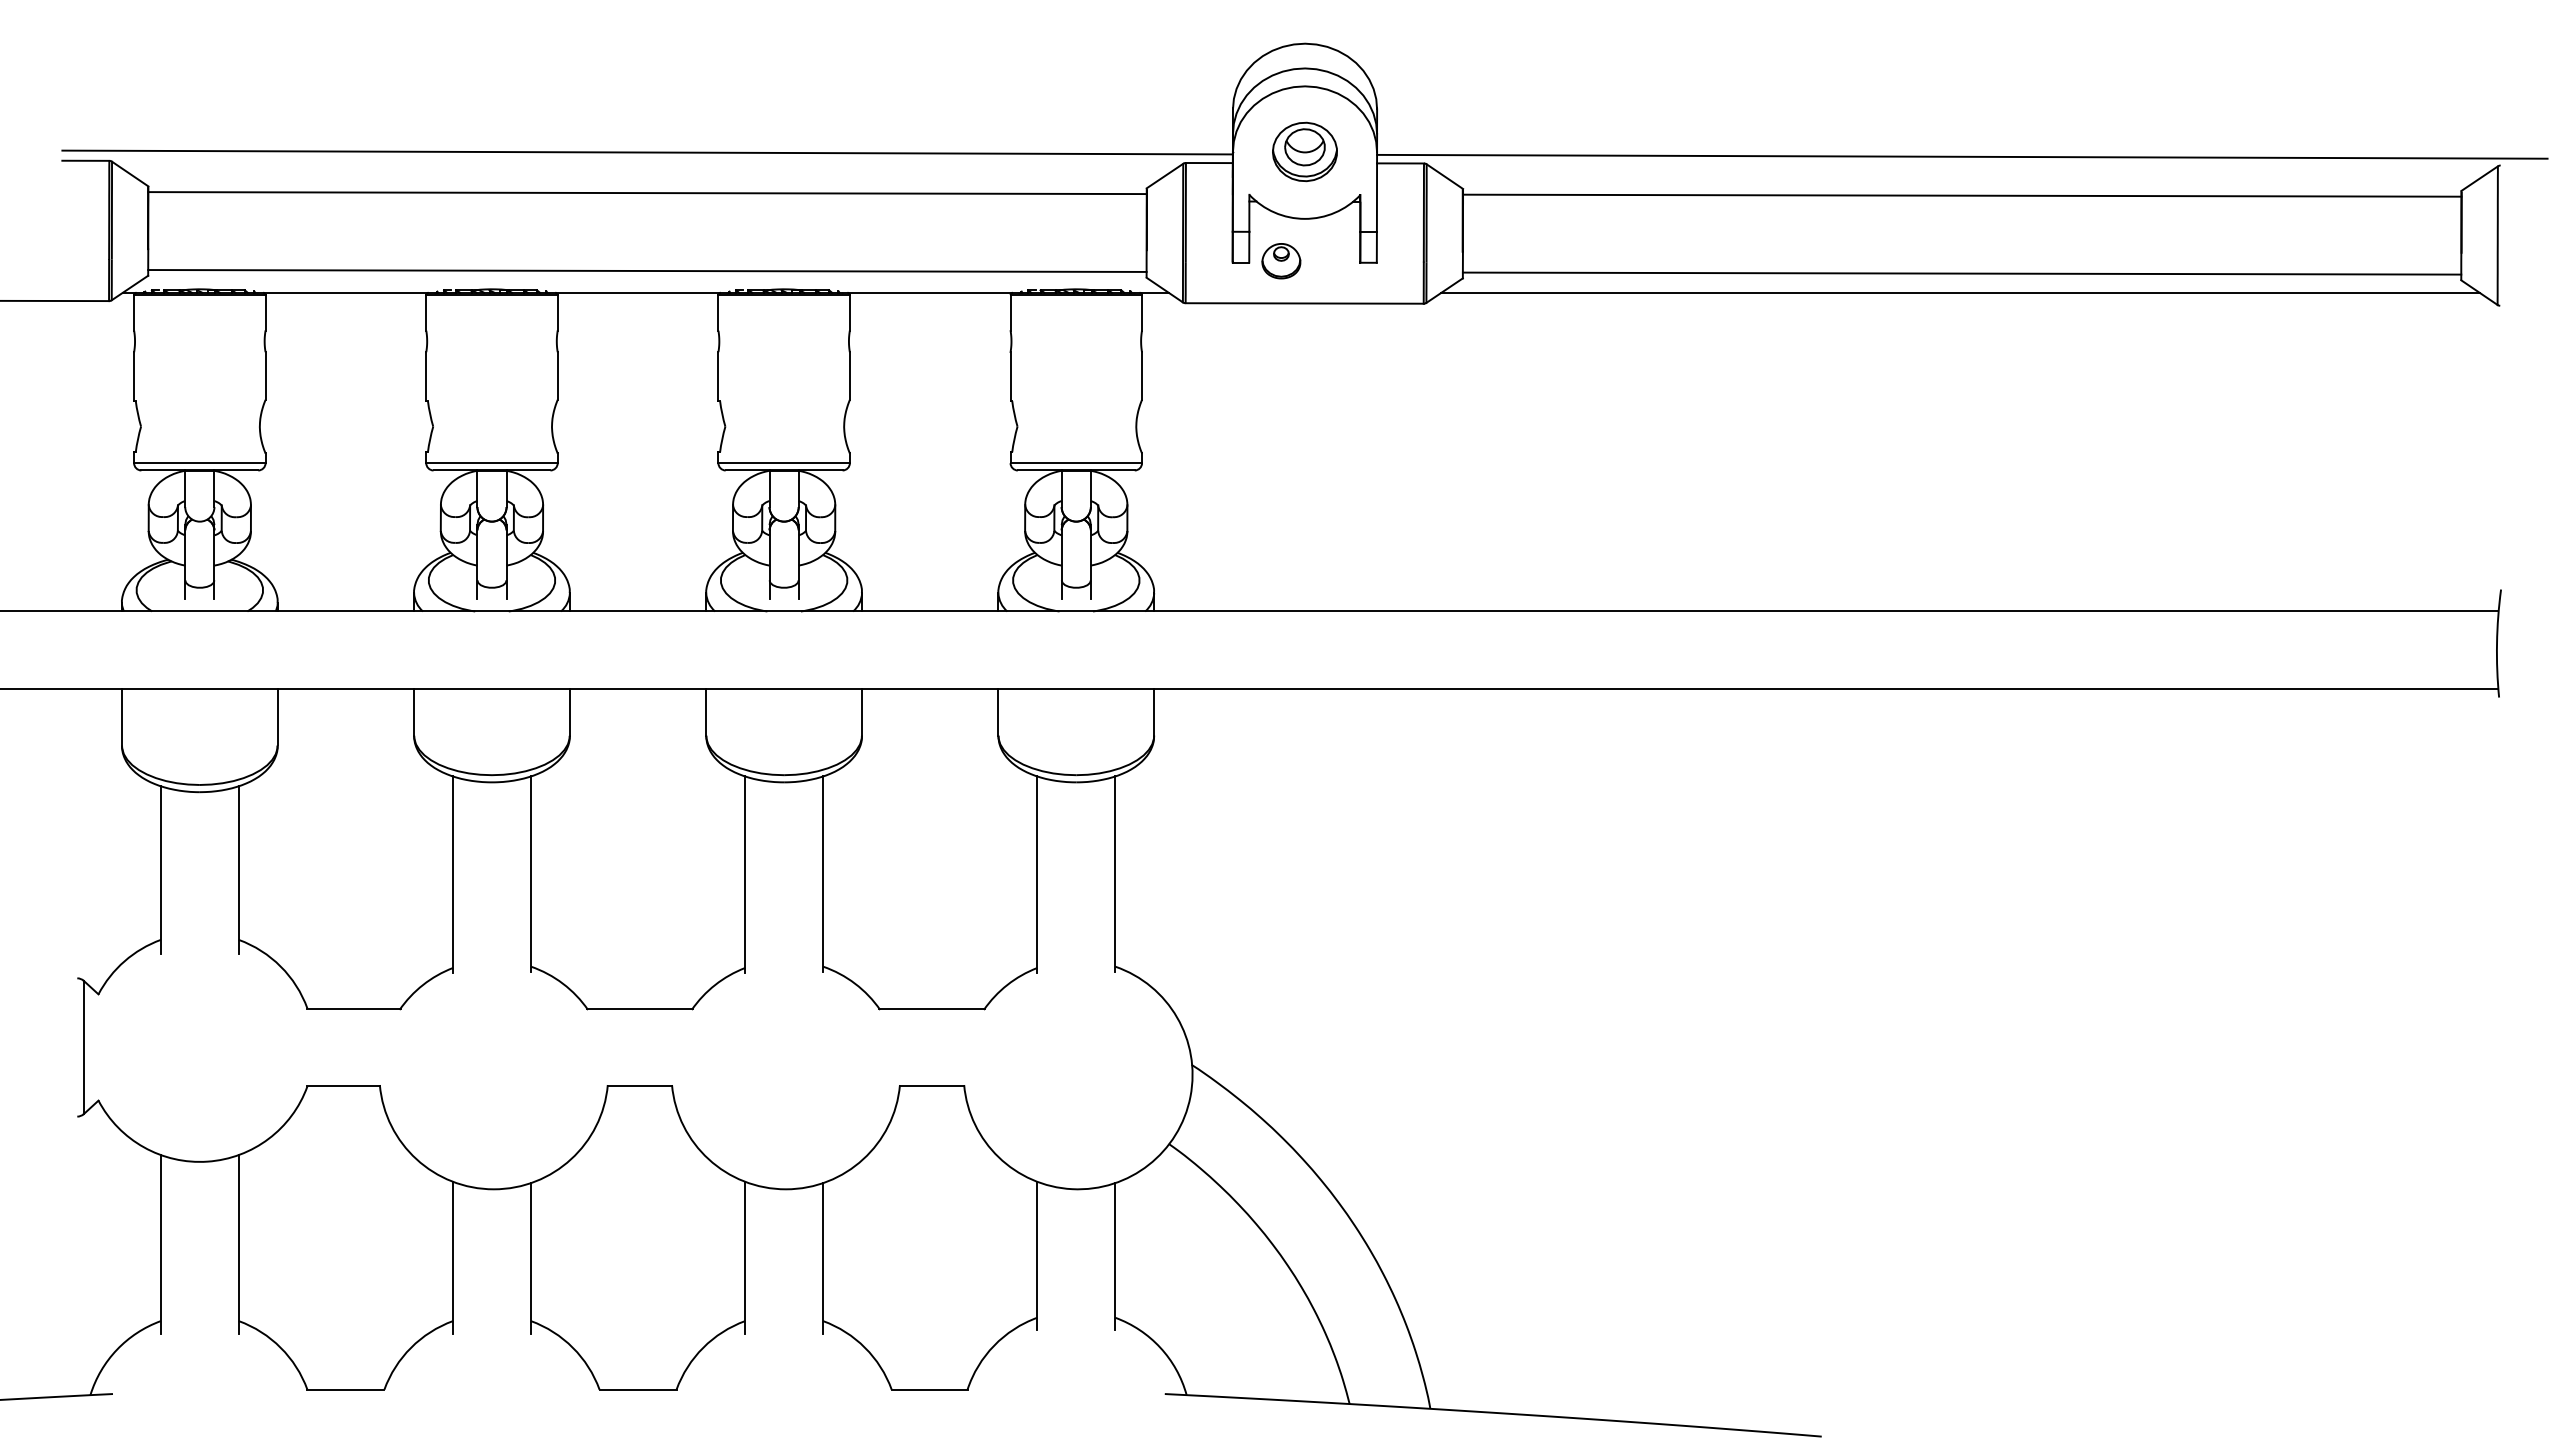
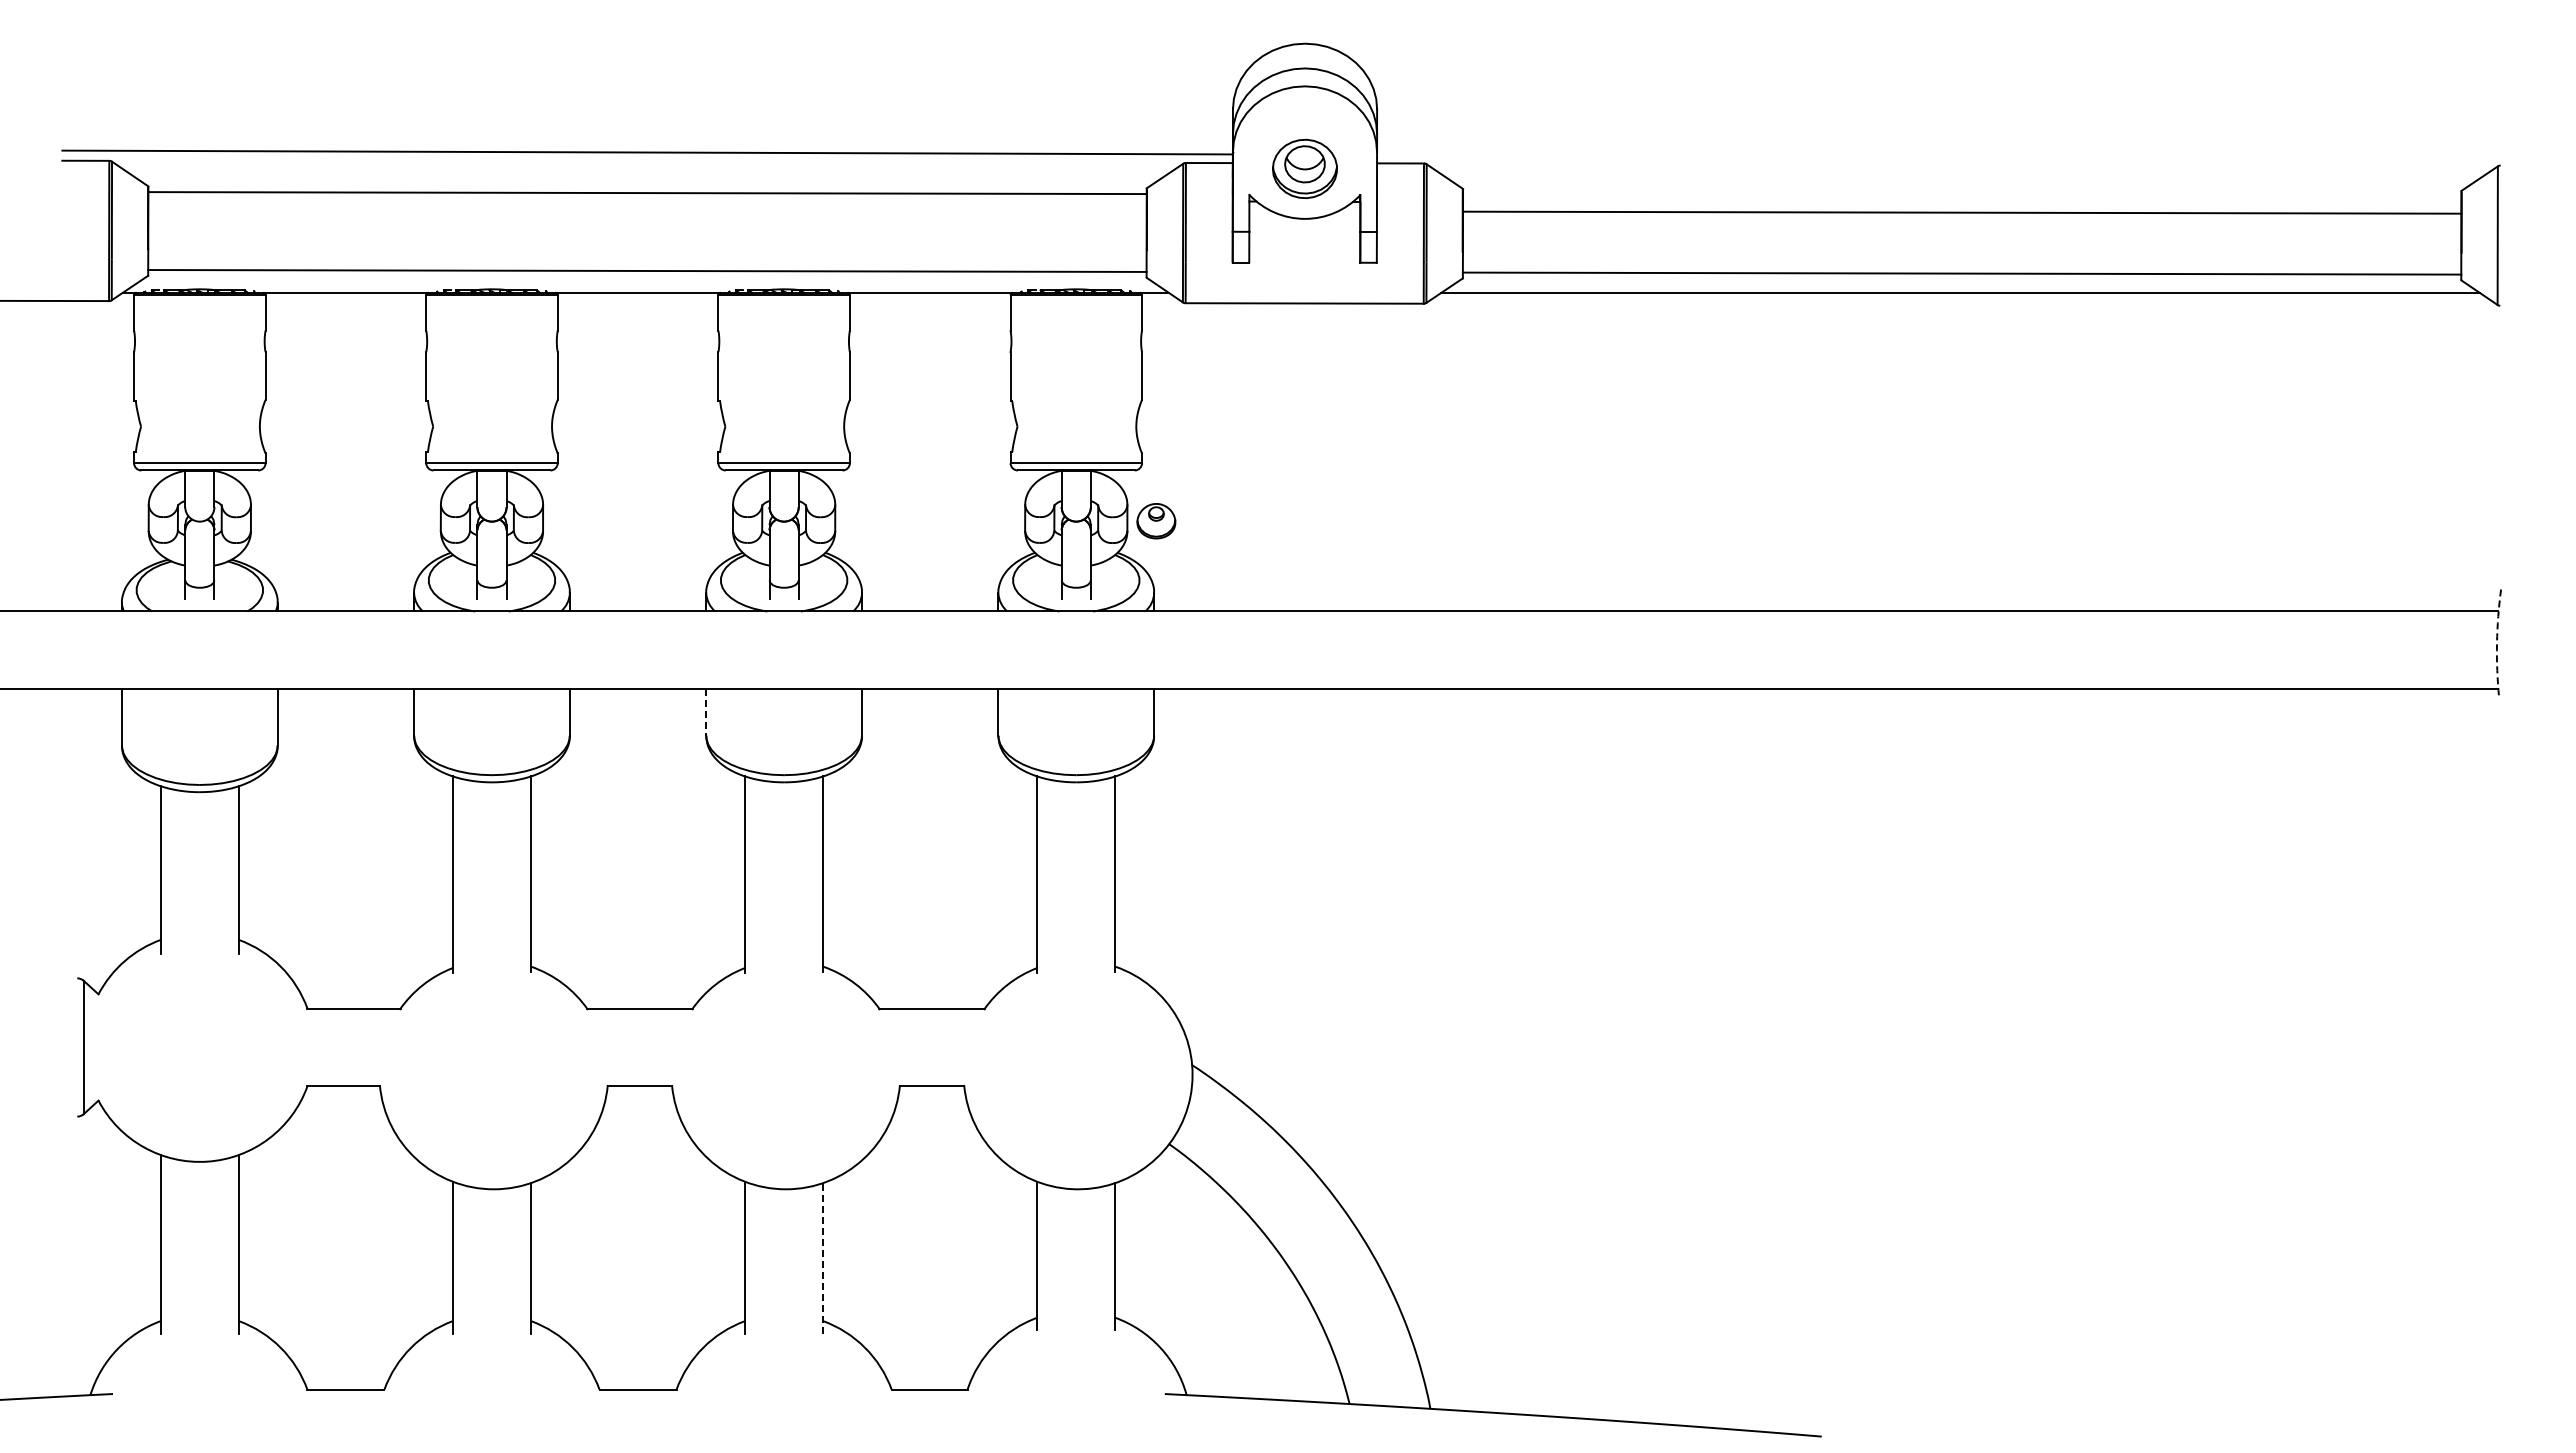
part at (1304, 151) position: (1304, 151) -> (1304, 168)
line at (1962, 156): present -> none
line at (1962, 195) position: (1962, 195) -> (1962, 212)
part at (1281, 261) position: (1281, 261) -> (1156, 521)
arc at (2497, 643): solid -> dashed
line at (706, 712): solid -> dashed
line at (823, 1257): solid -> dashed
